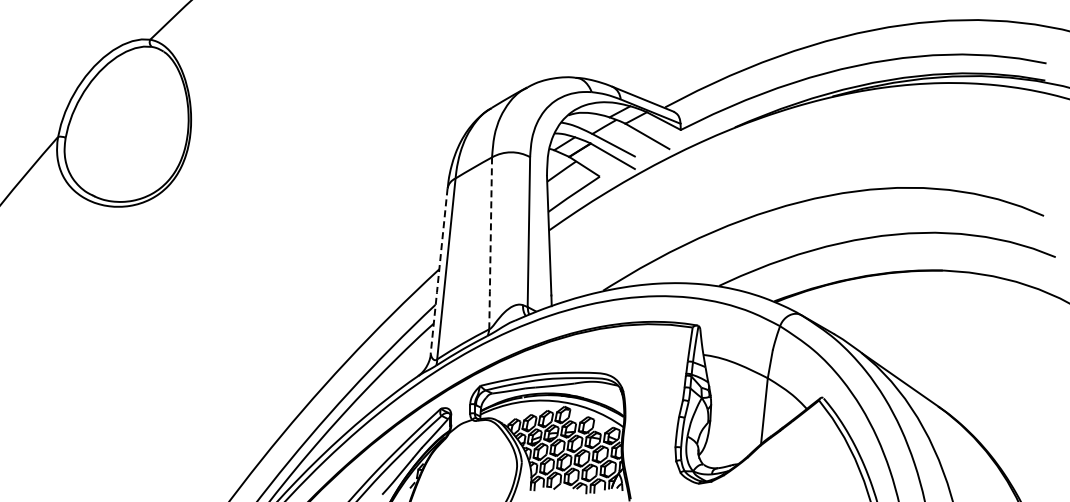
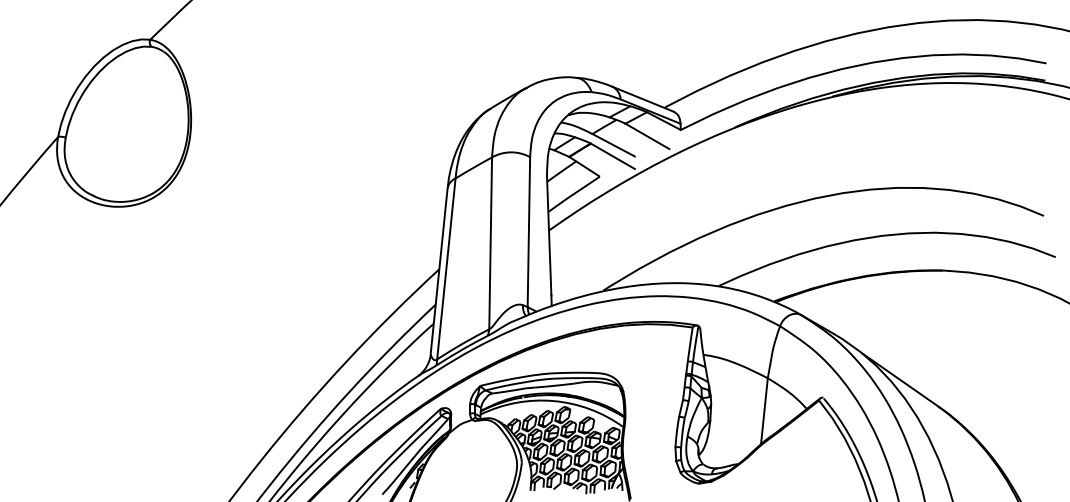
line at (490, 244): dashed -> solid
line at (439, 272): dashed -> solid
